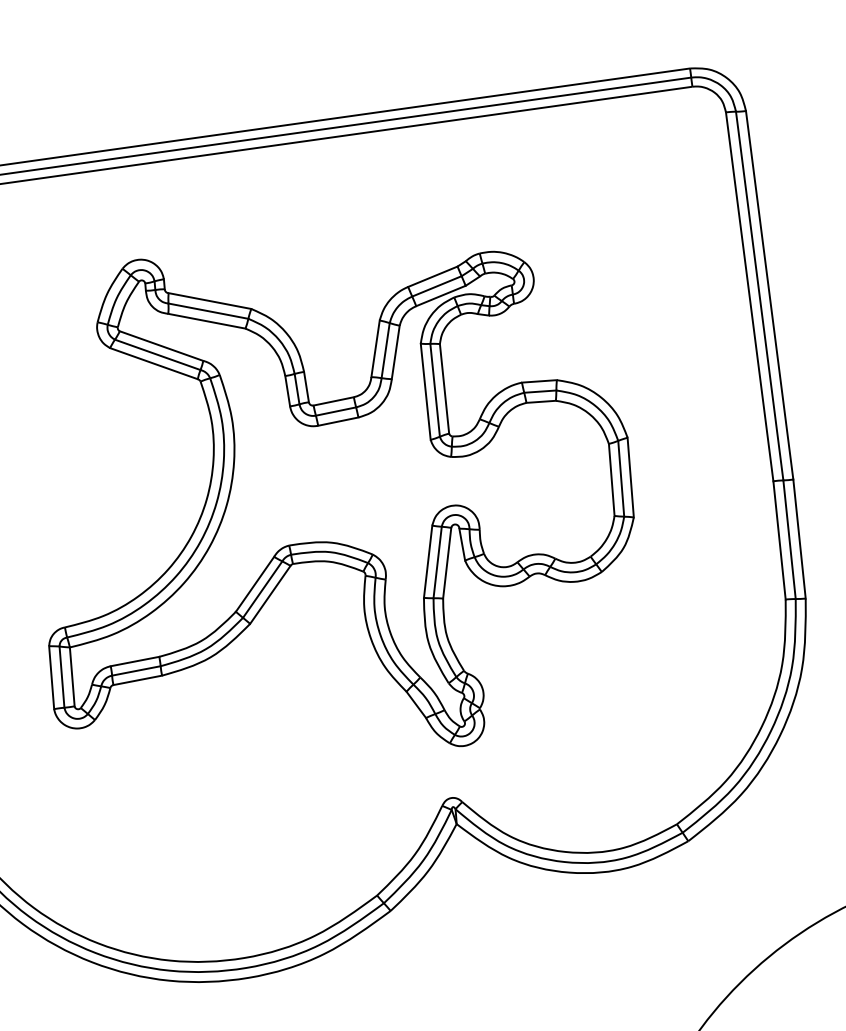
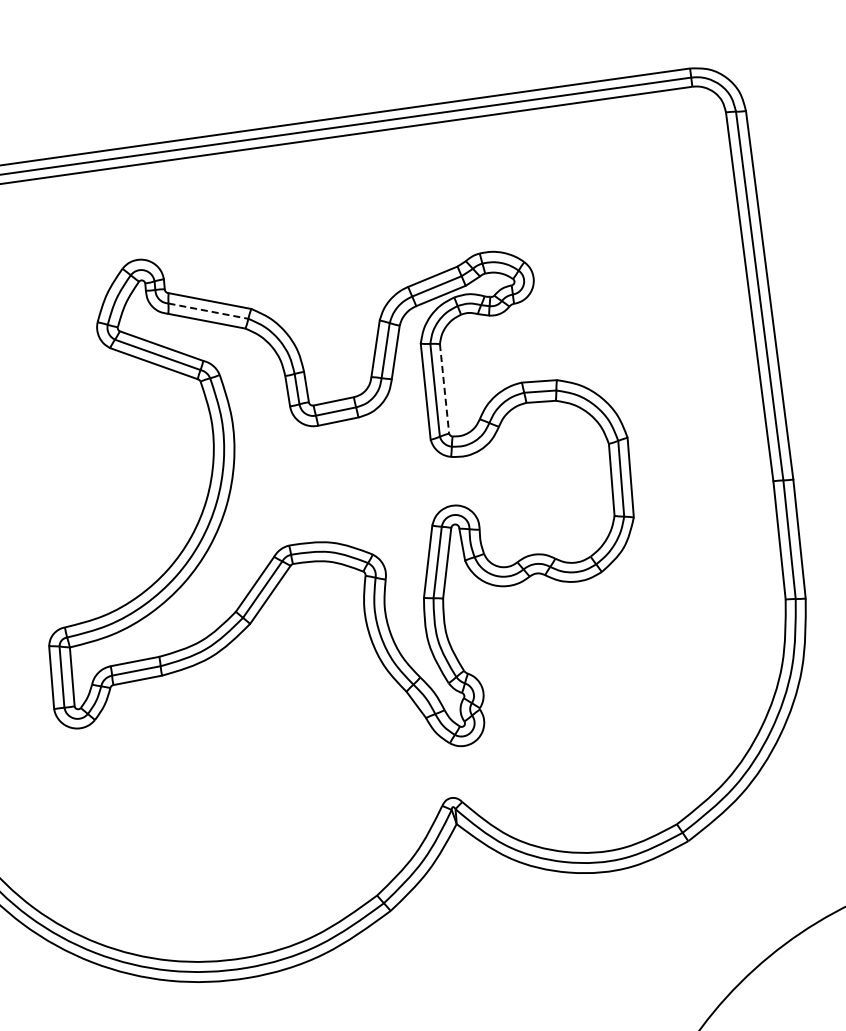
line at (208, 311): solid -> dashed
line at (444, 388): solid -> dashed
